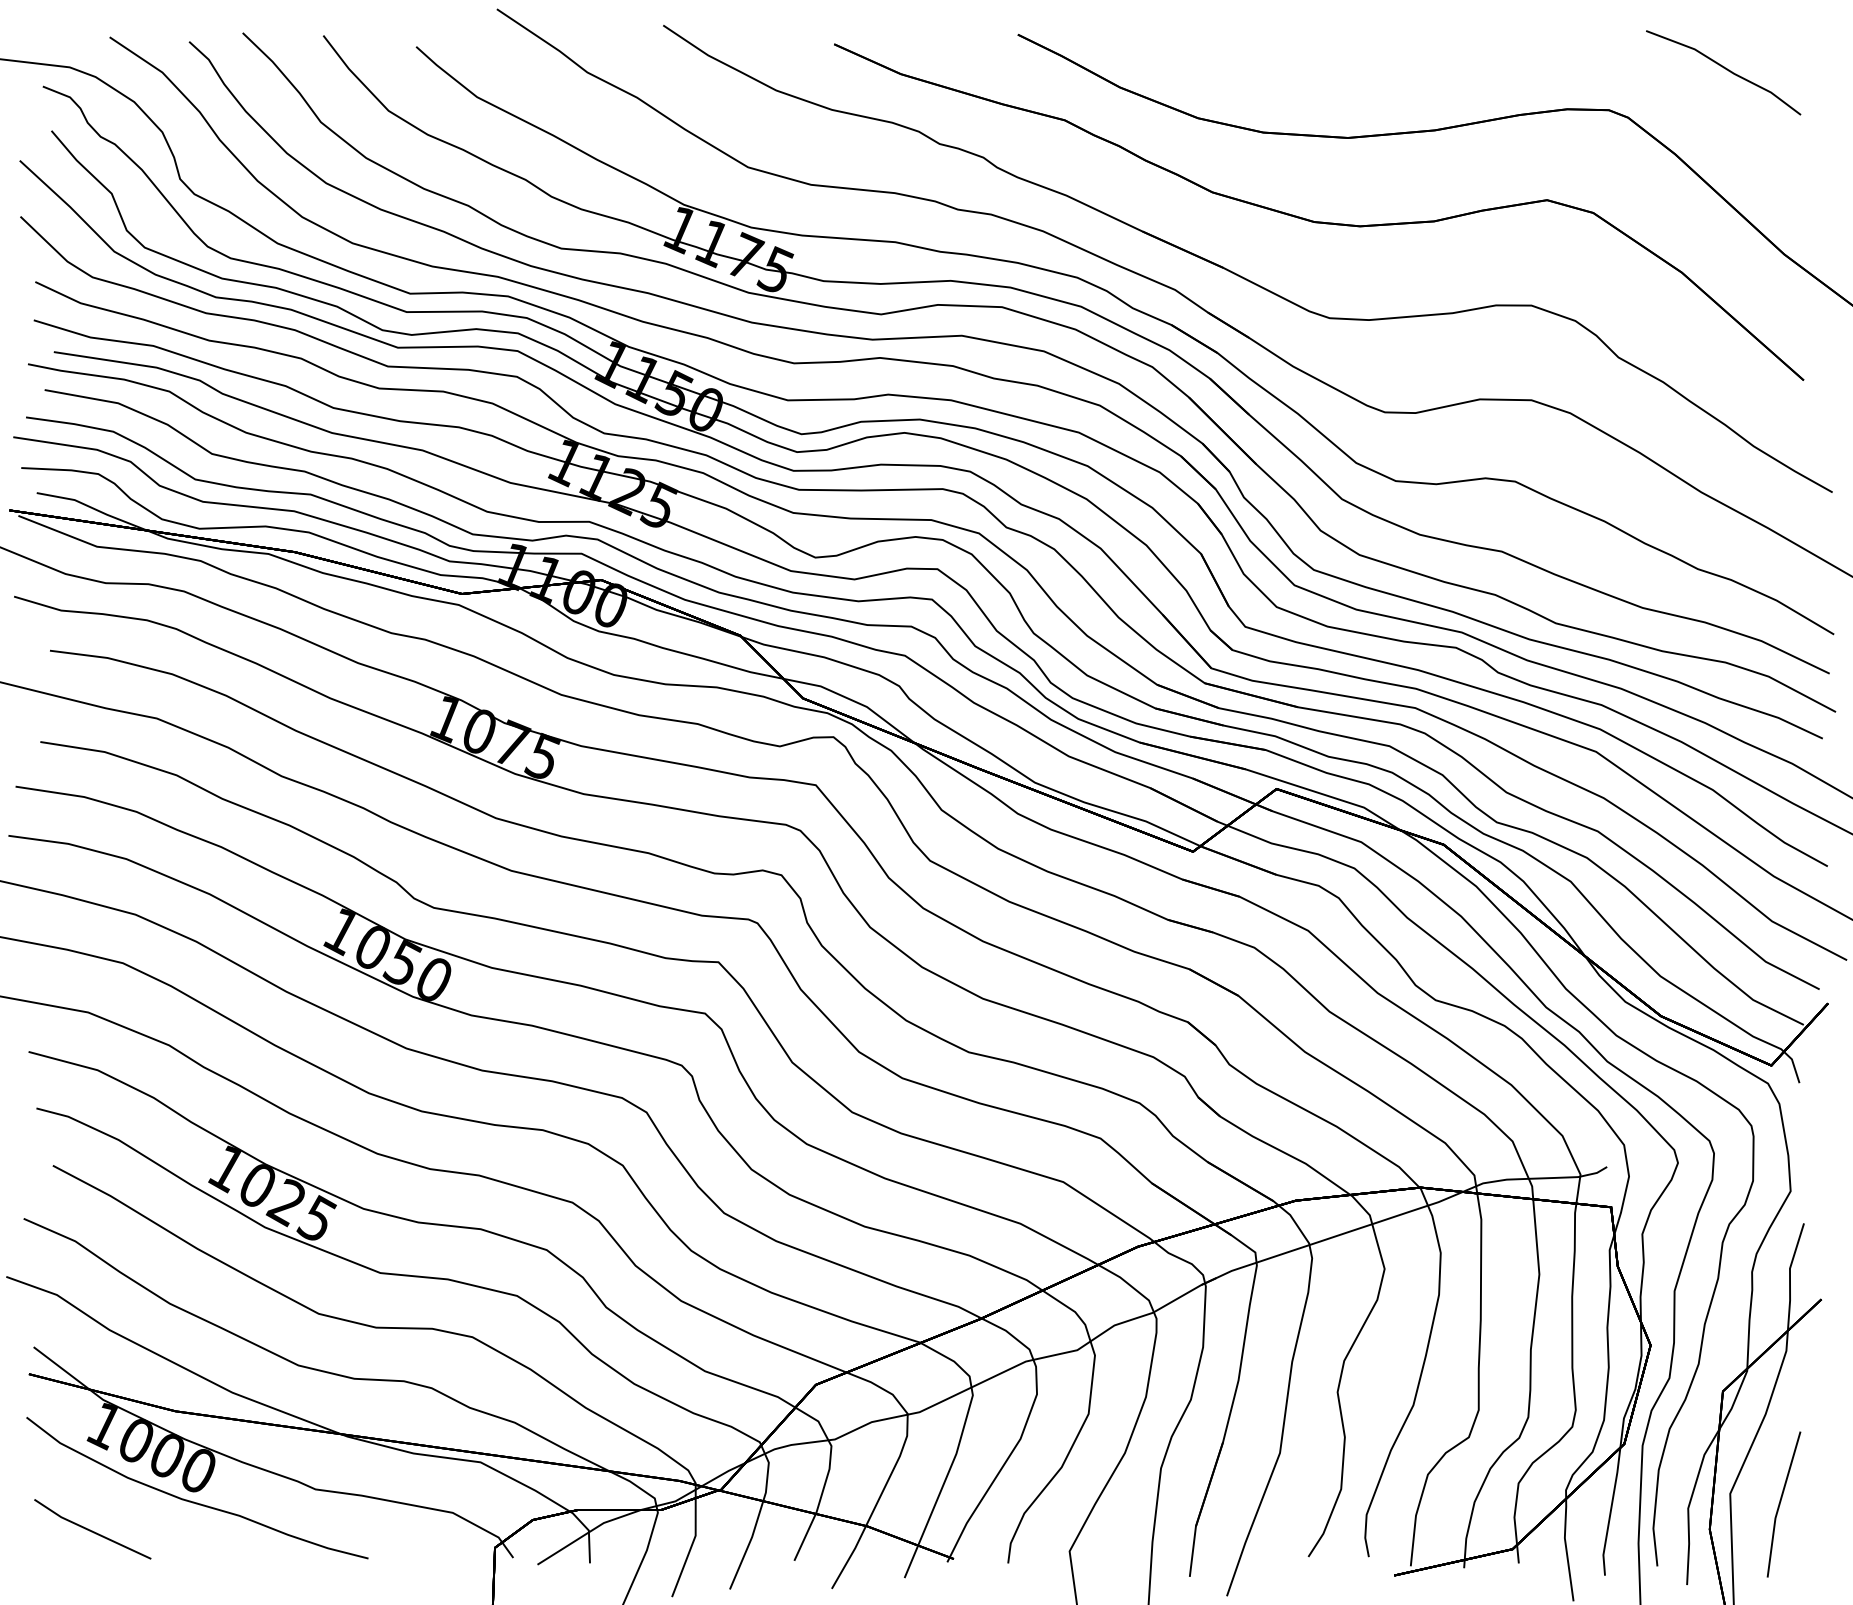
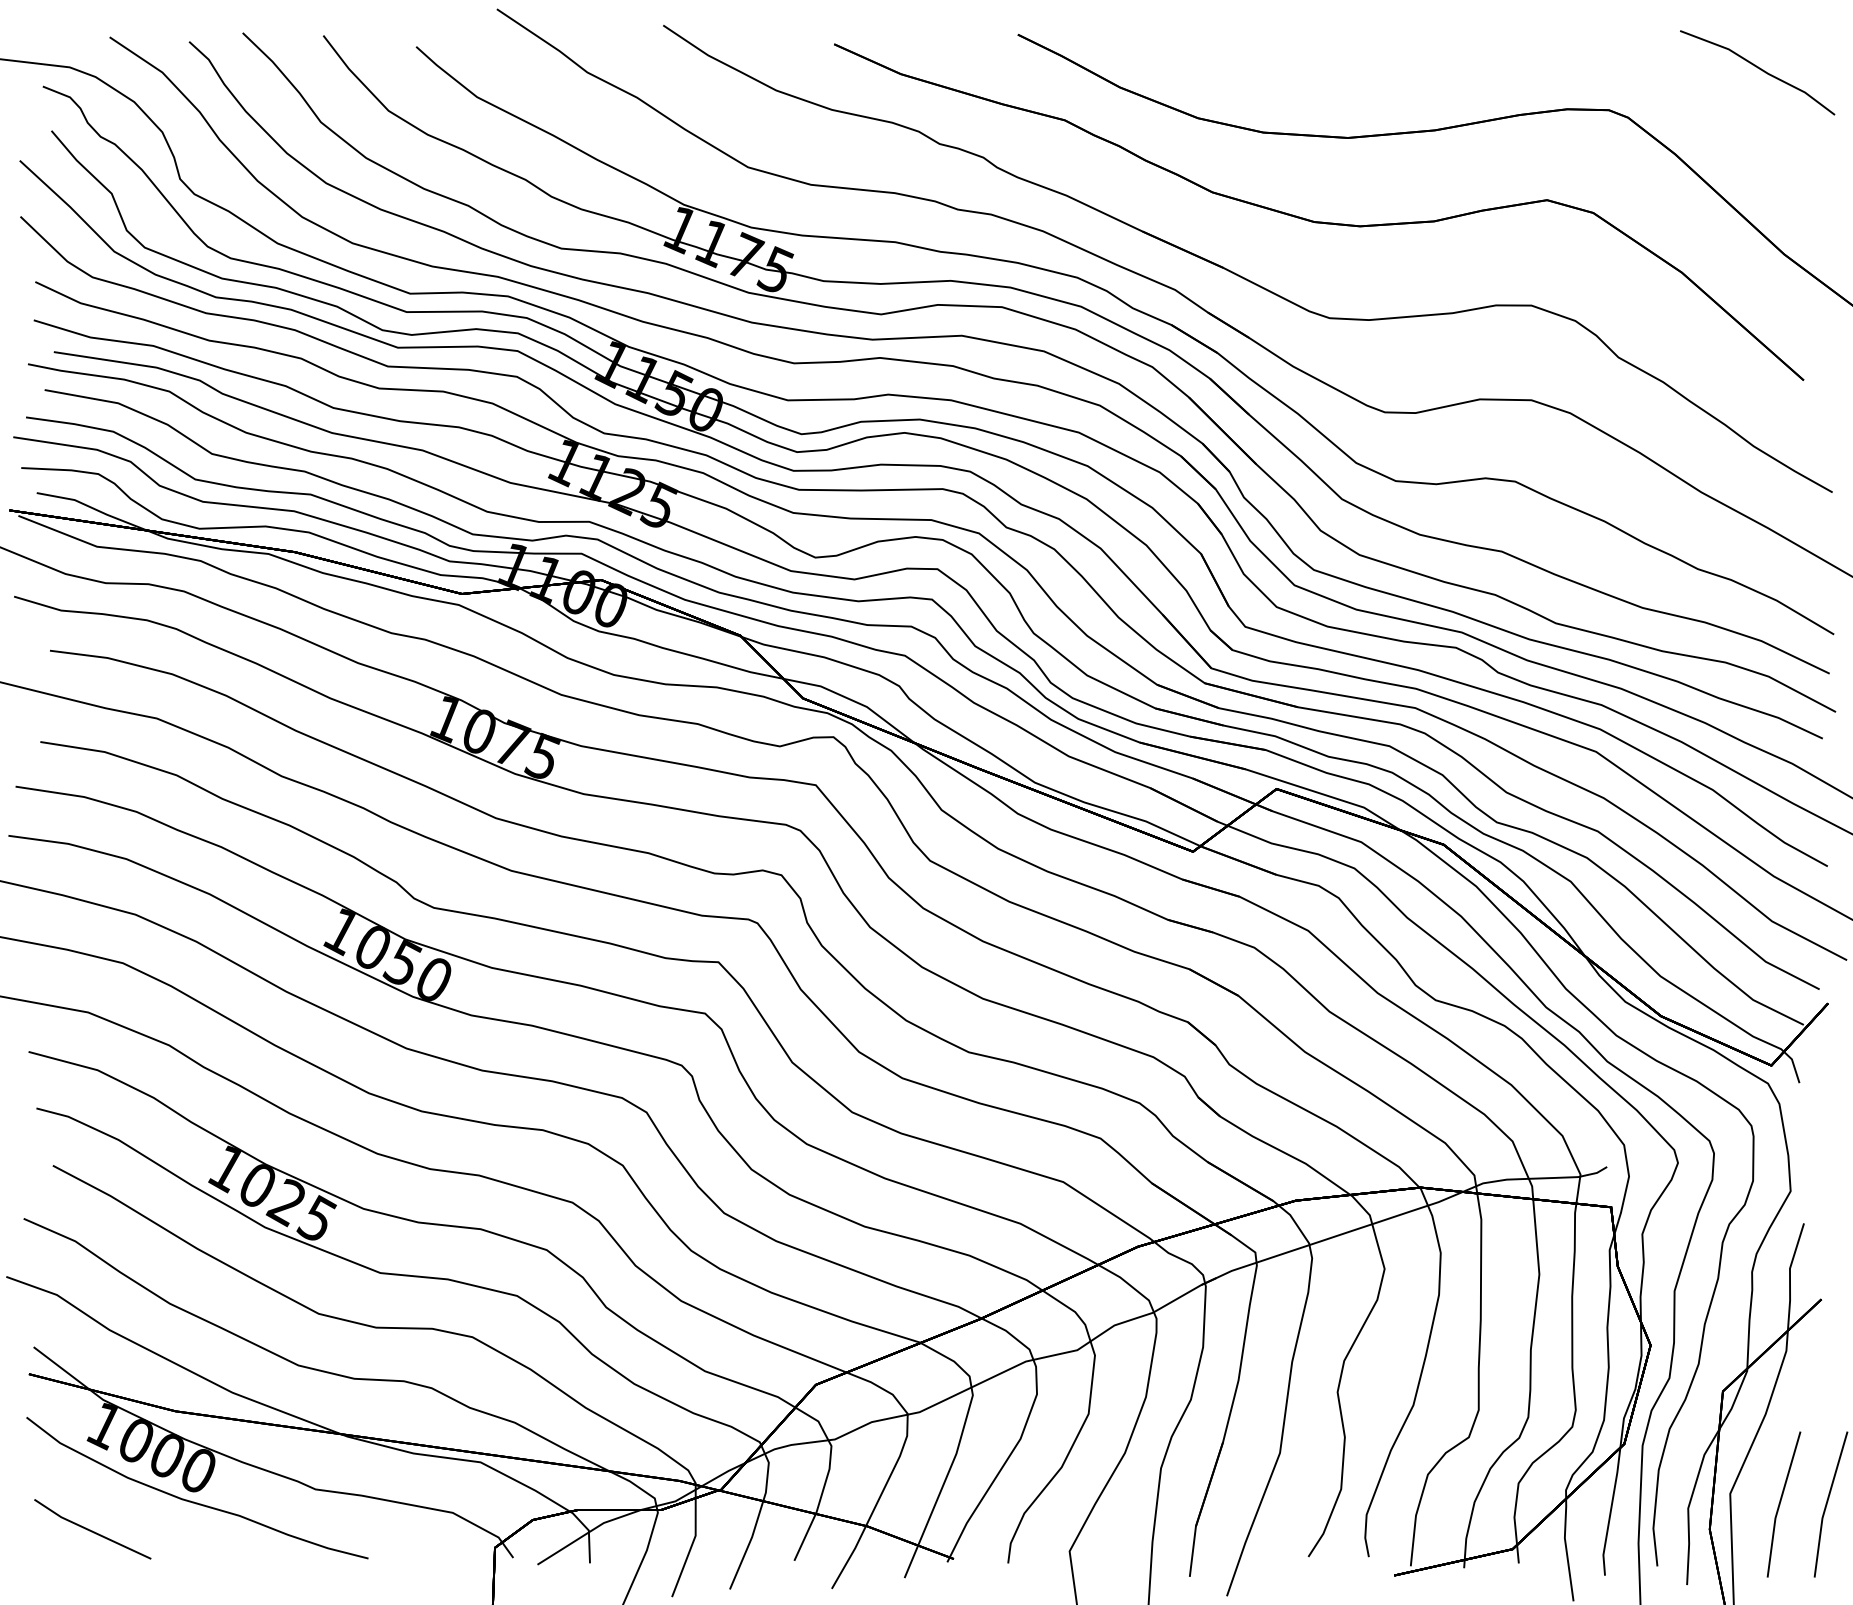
part at (1723, 72) position: (1723, 72) -> (1757, 72)
line at (1827, 1504): none -> present
